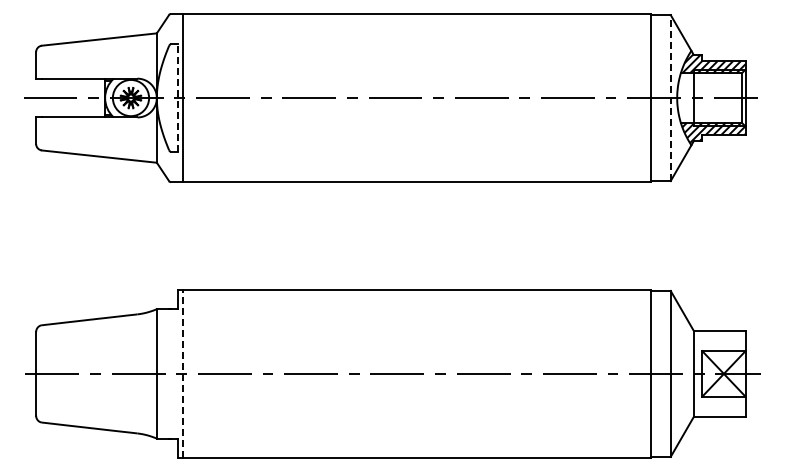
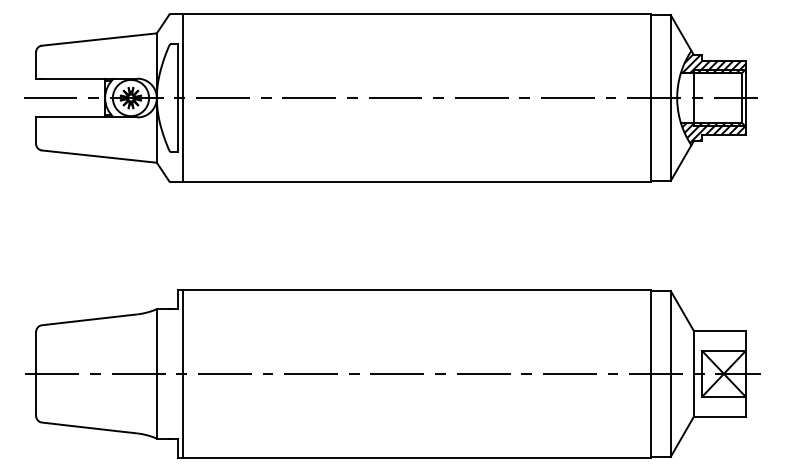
line at (670, 97): dashed -> solid
line at (178, 98): dashed -> solid
line at (182, 373): dashed -> solid
